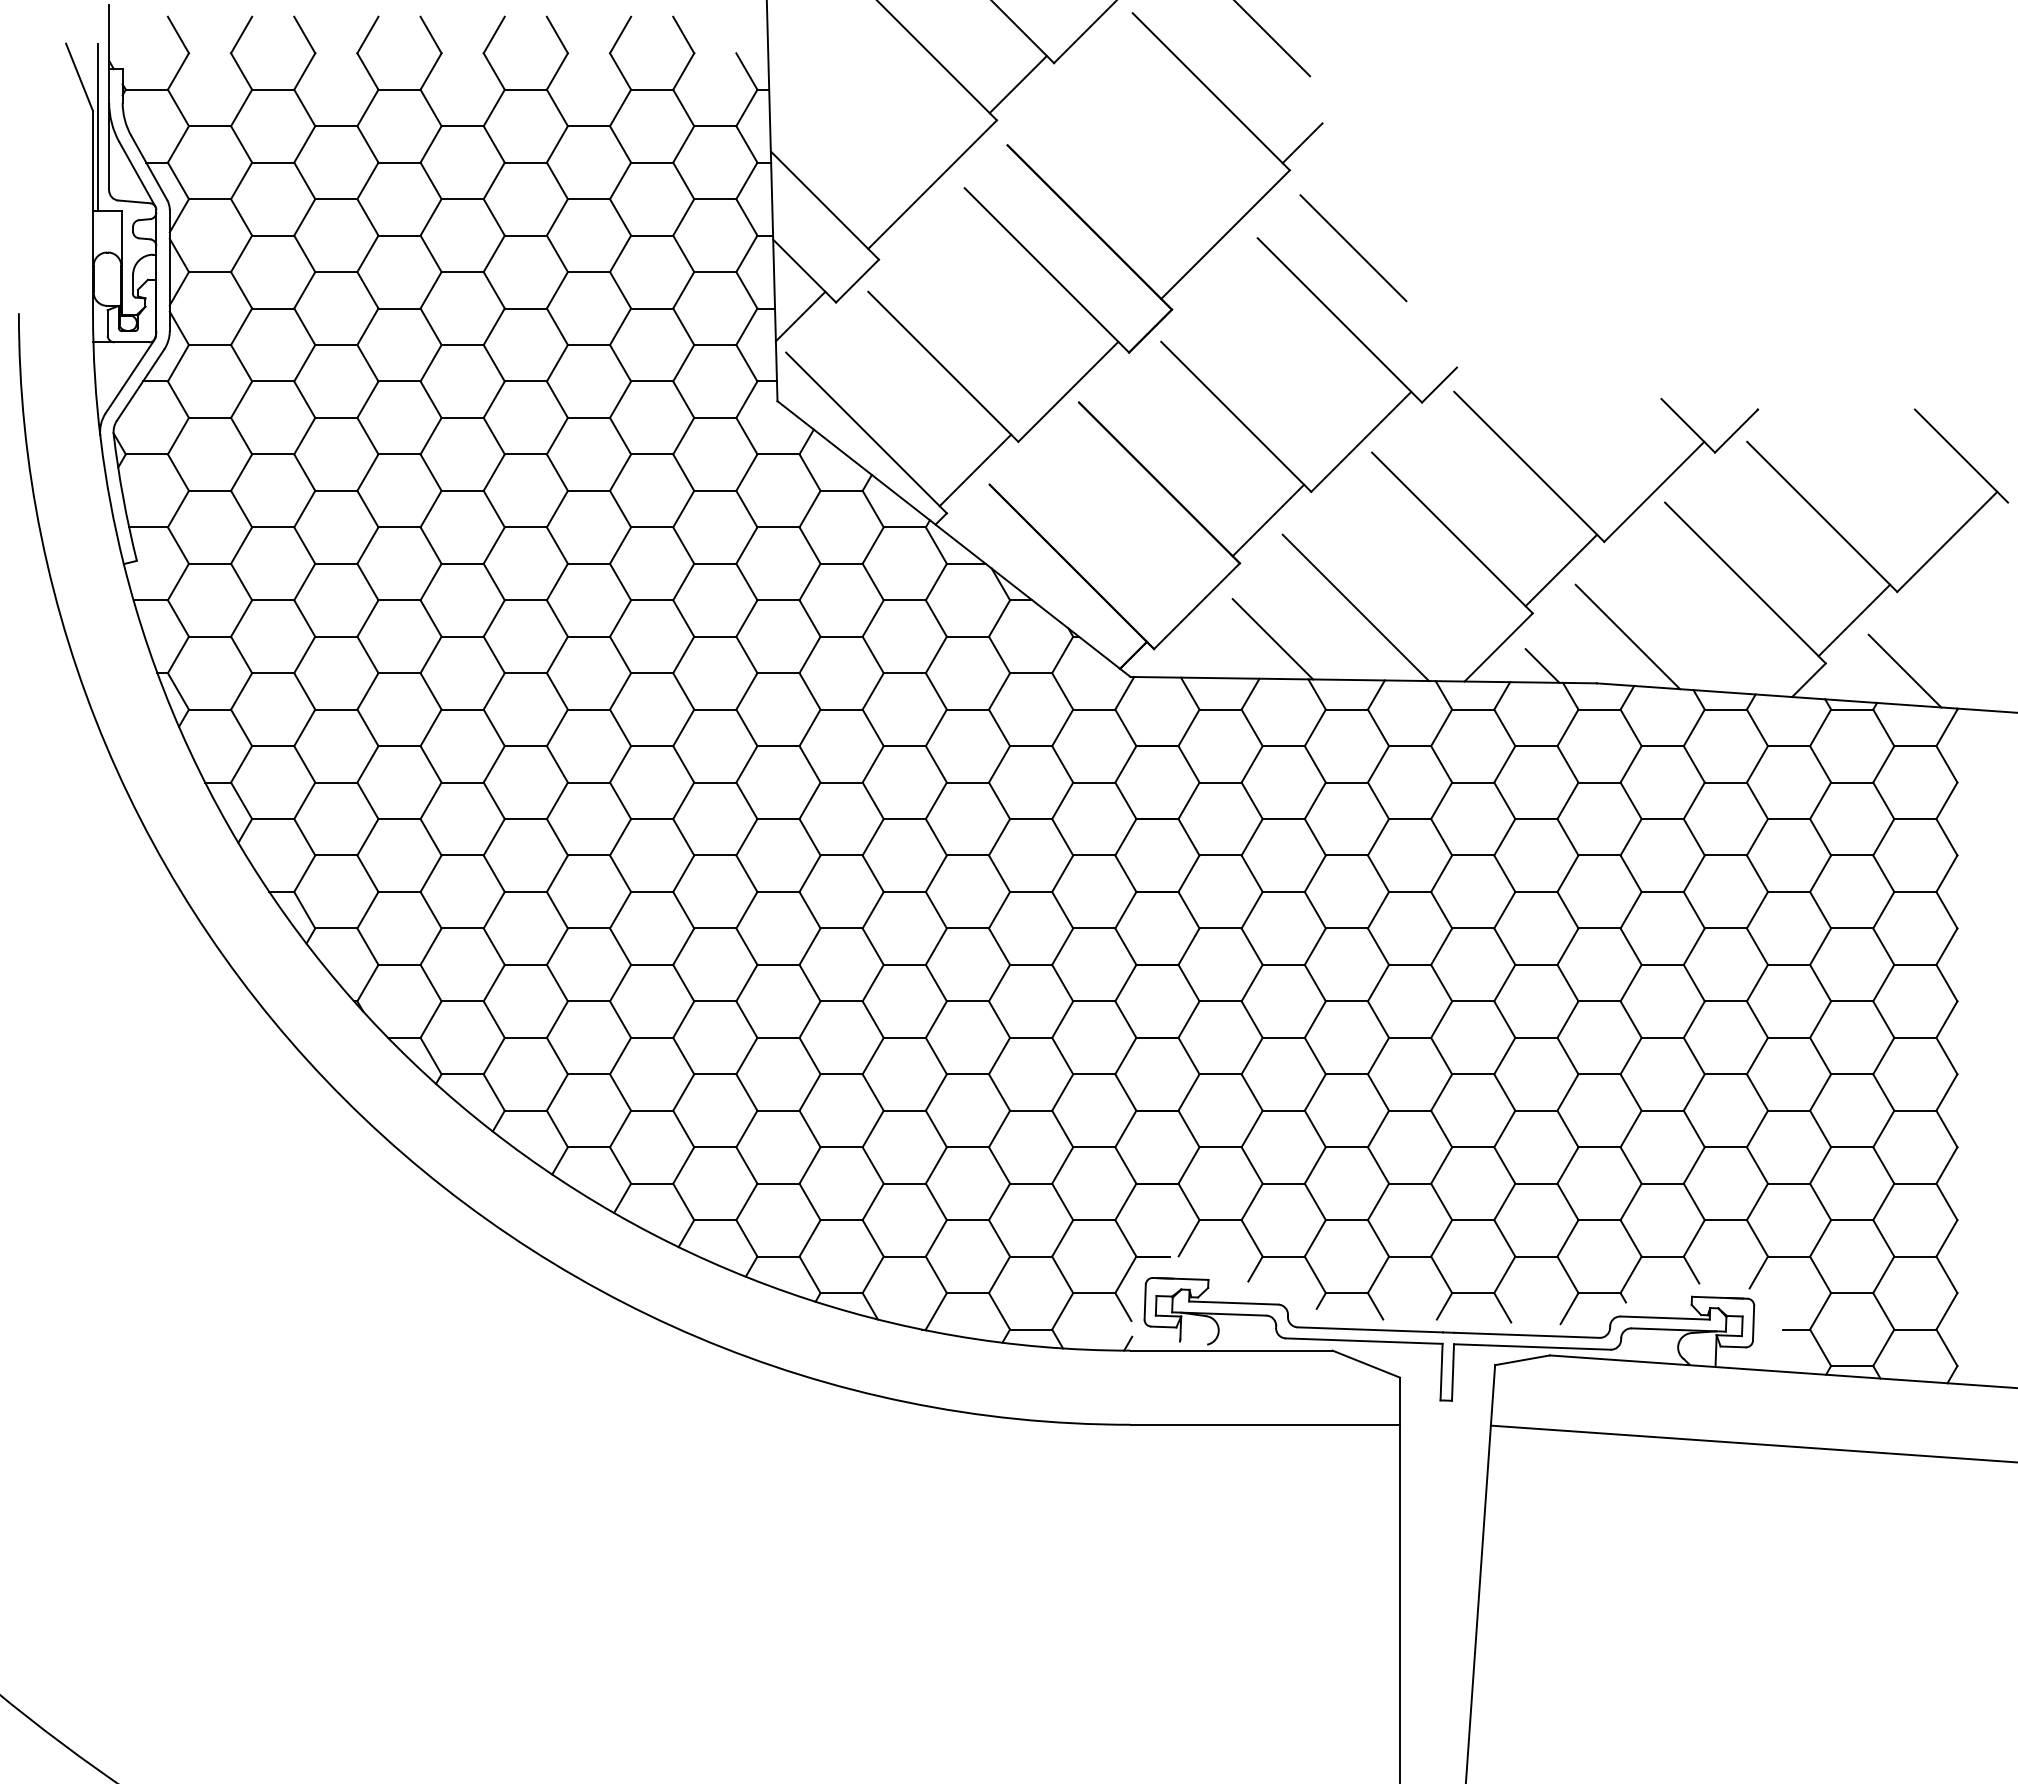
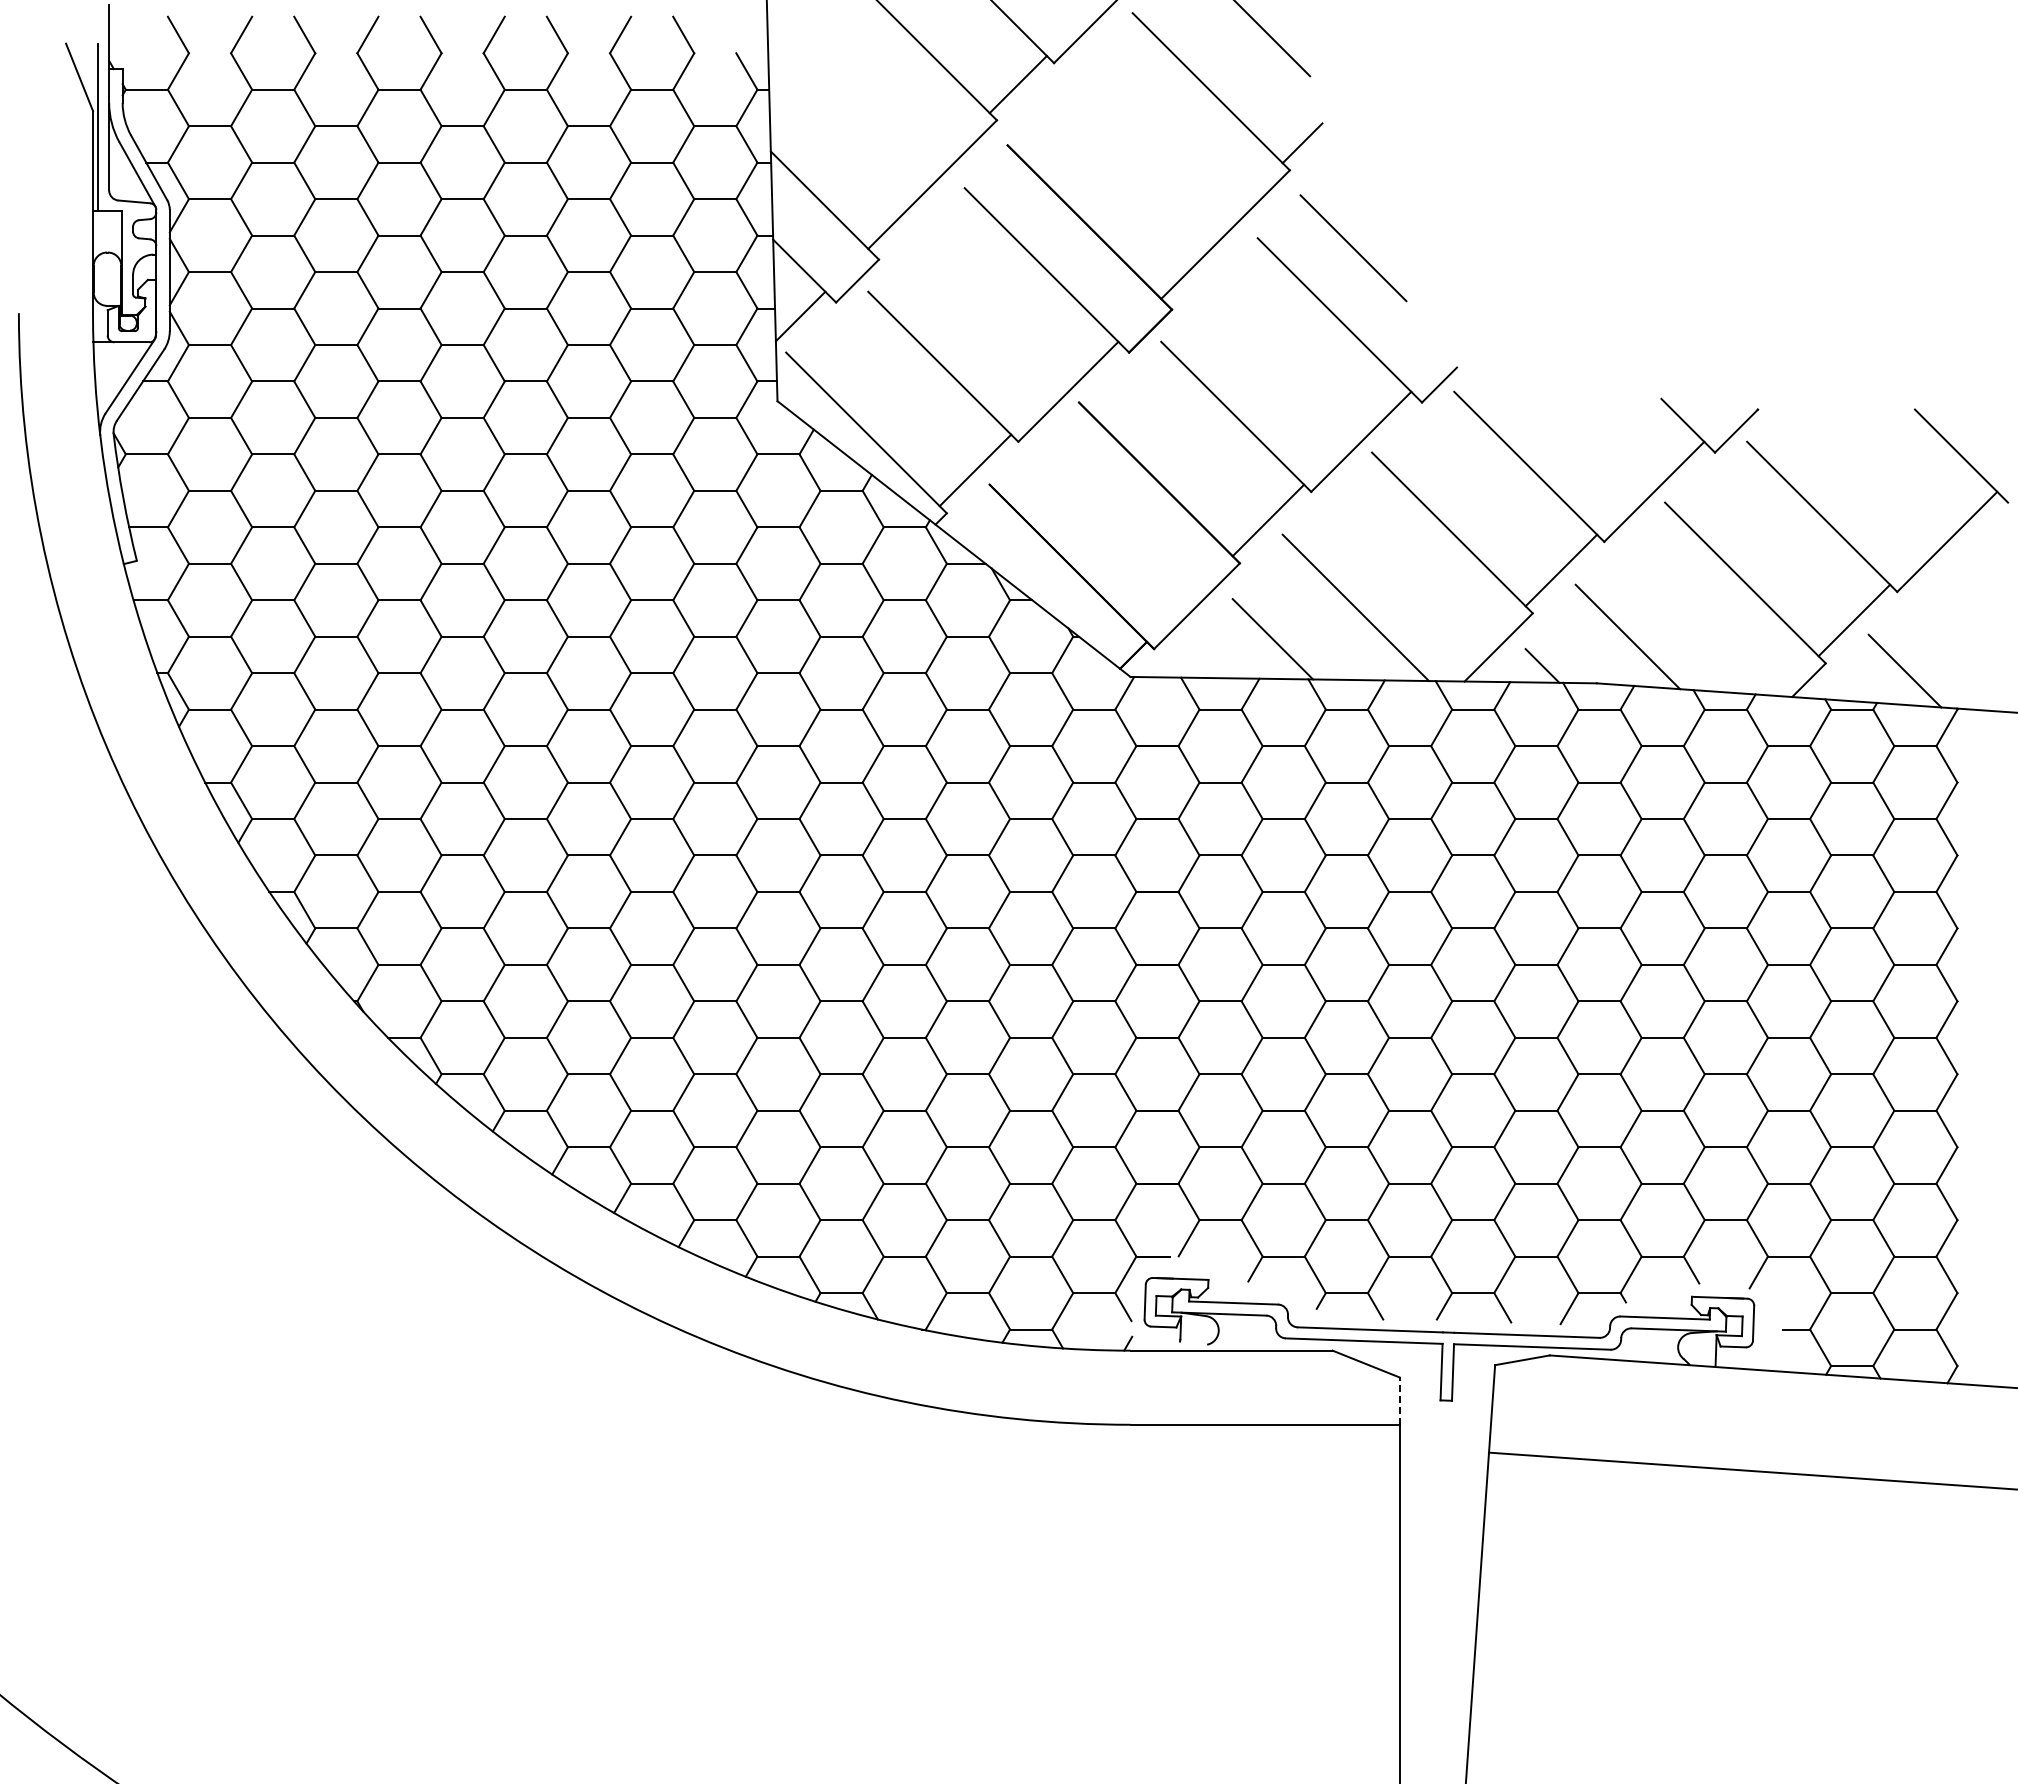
line at (1400, 1401): solid -> dashed
line at (1752, 1443) position: (1752, 1443) -> (1751, 1470)
